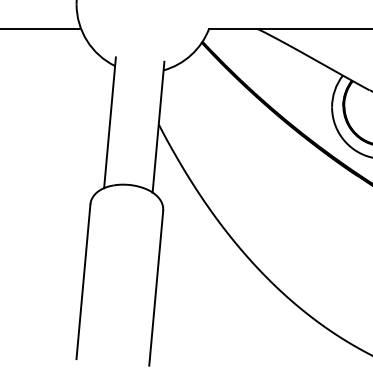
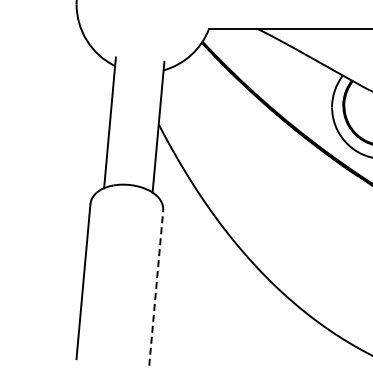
line at (41, 28): present -> none
line at (156, 288): solid -> dashed
